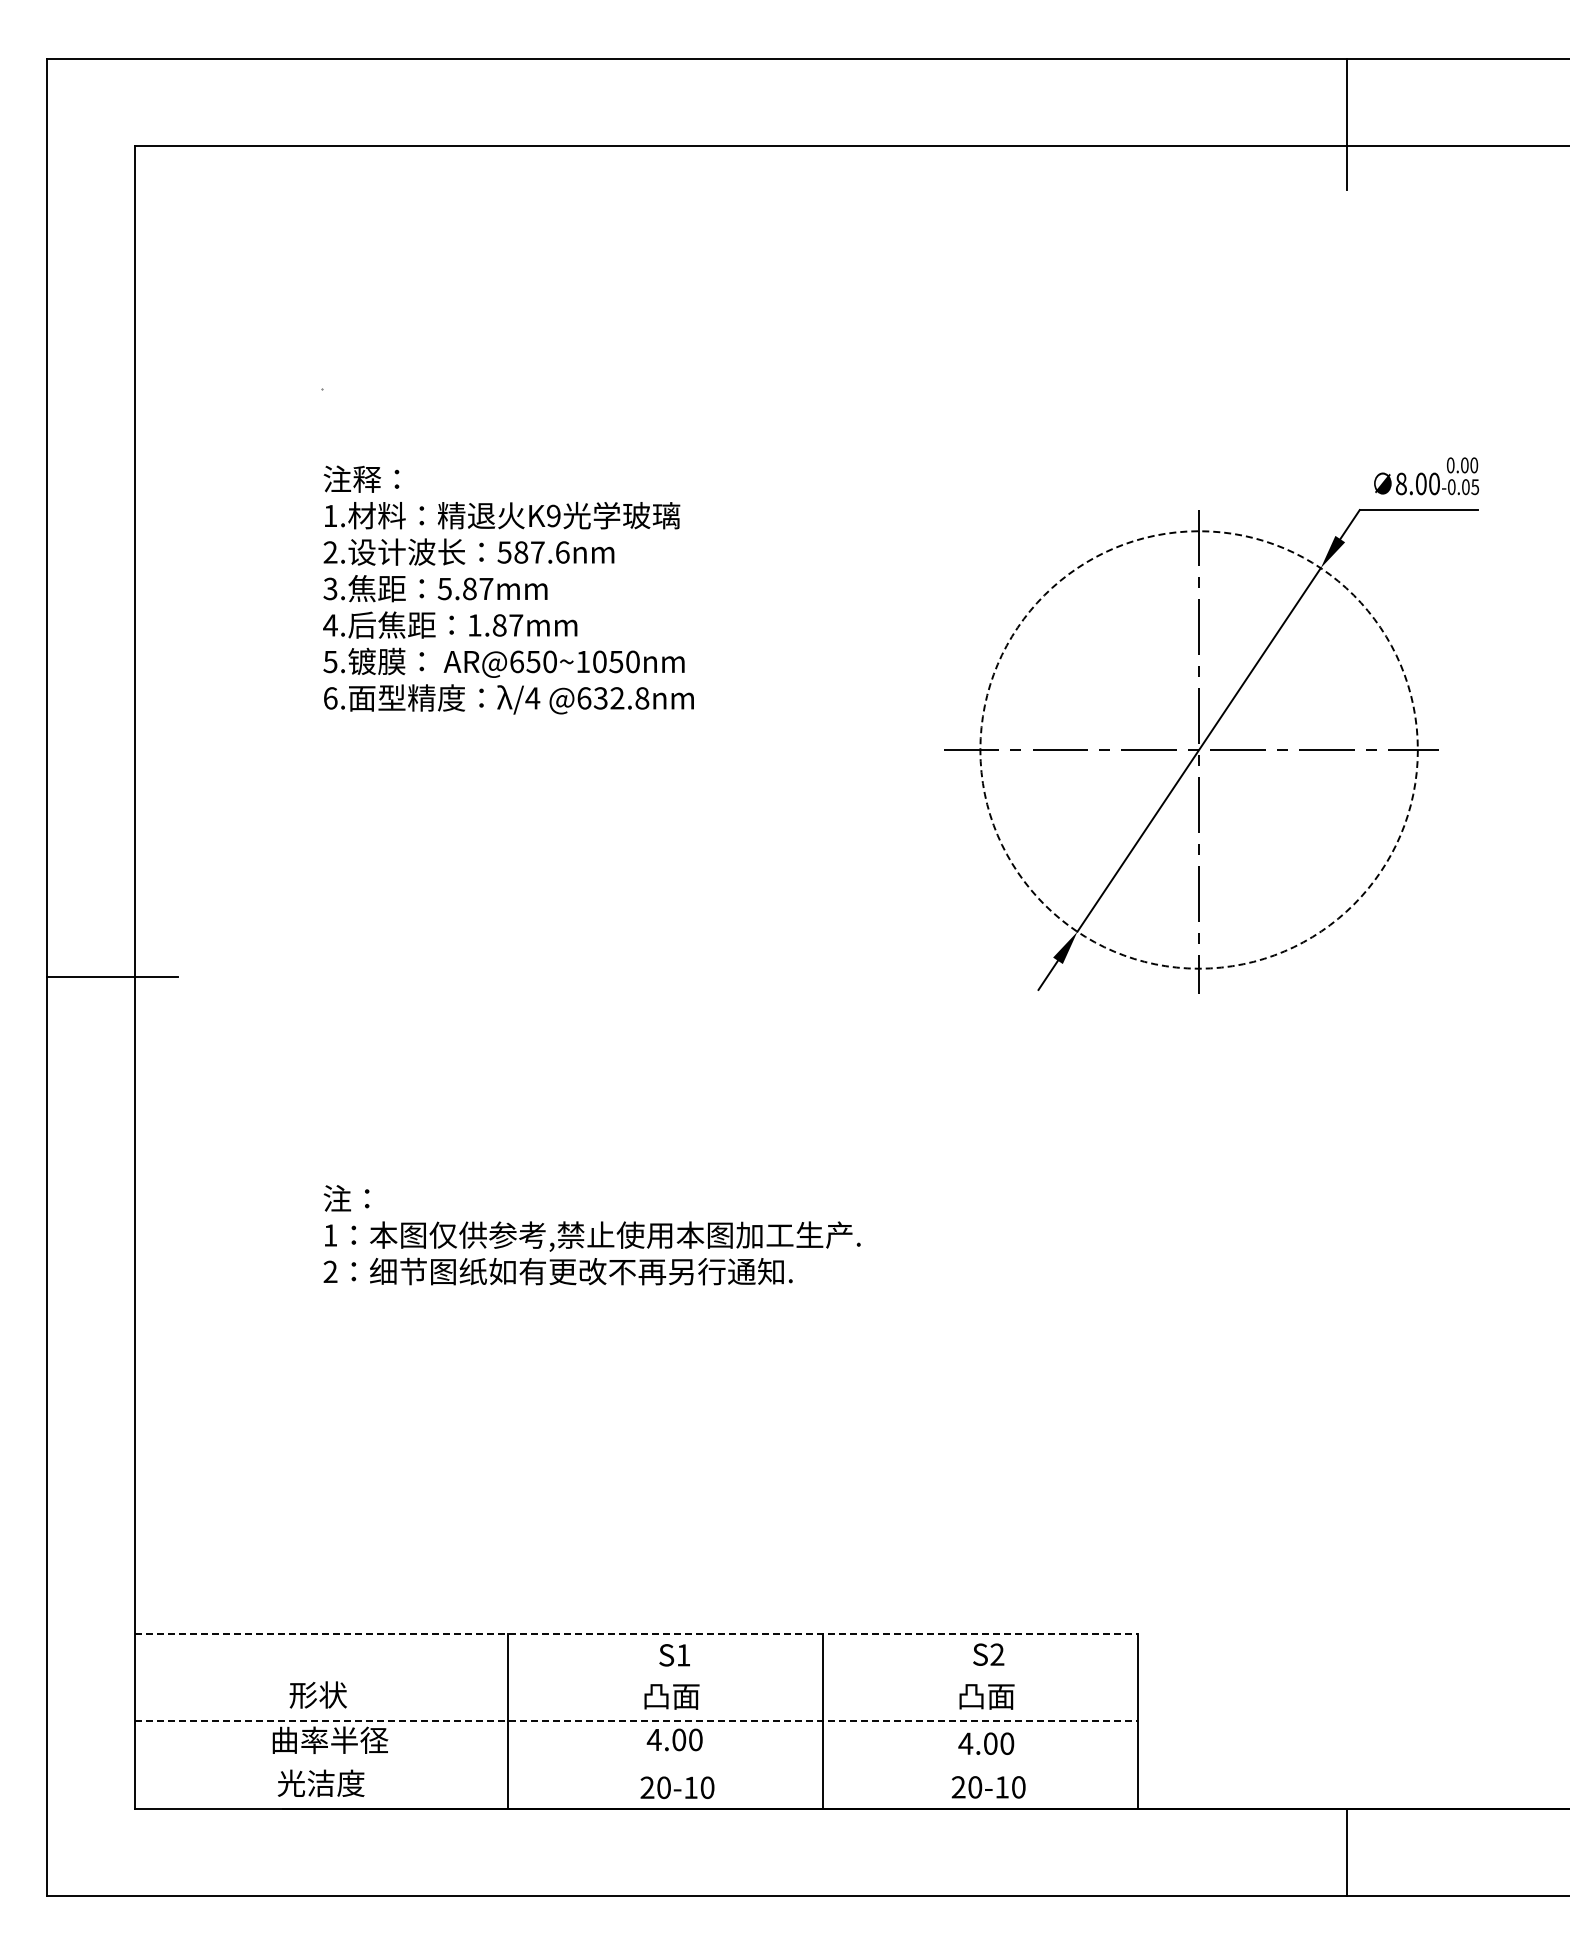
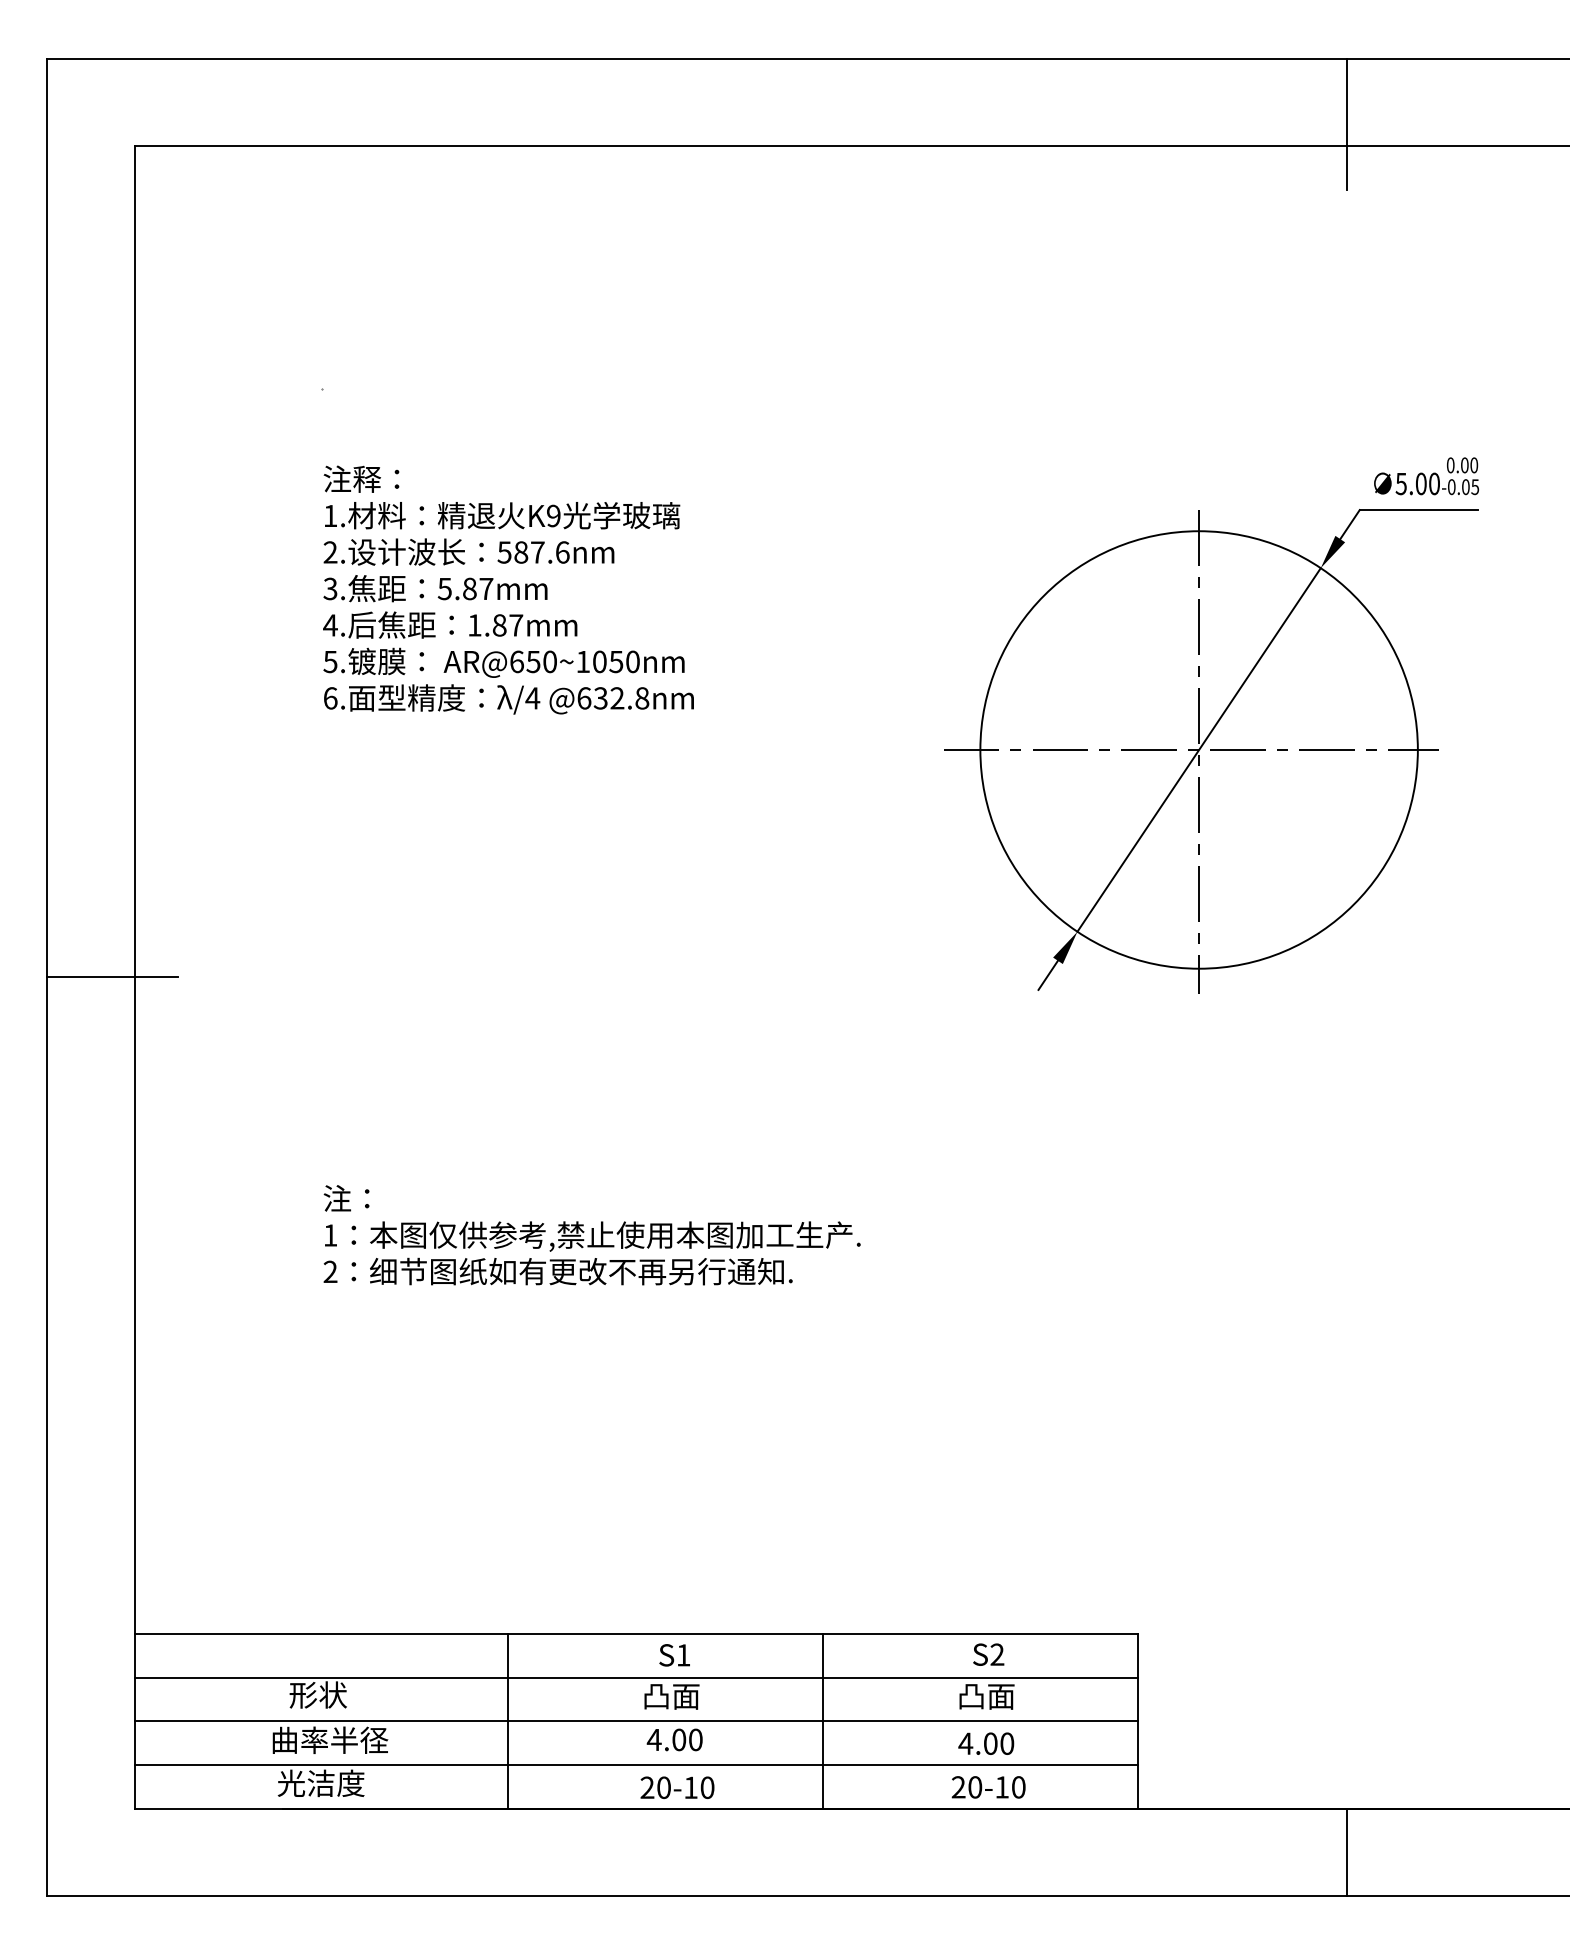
text at (1400, 483): 8.00 -> 5.00
circle at (1198, 749): dashed -> solid
line at (636, 1633): dashed -> solid
line at (635, 1677): none -> present
line at (636, 1721): dashed -> solid
line at (635, 1765): none -> present
